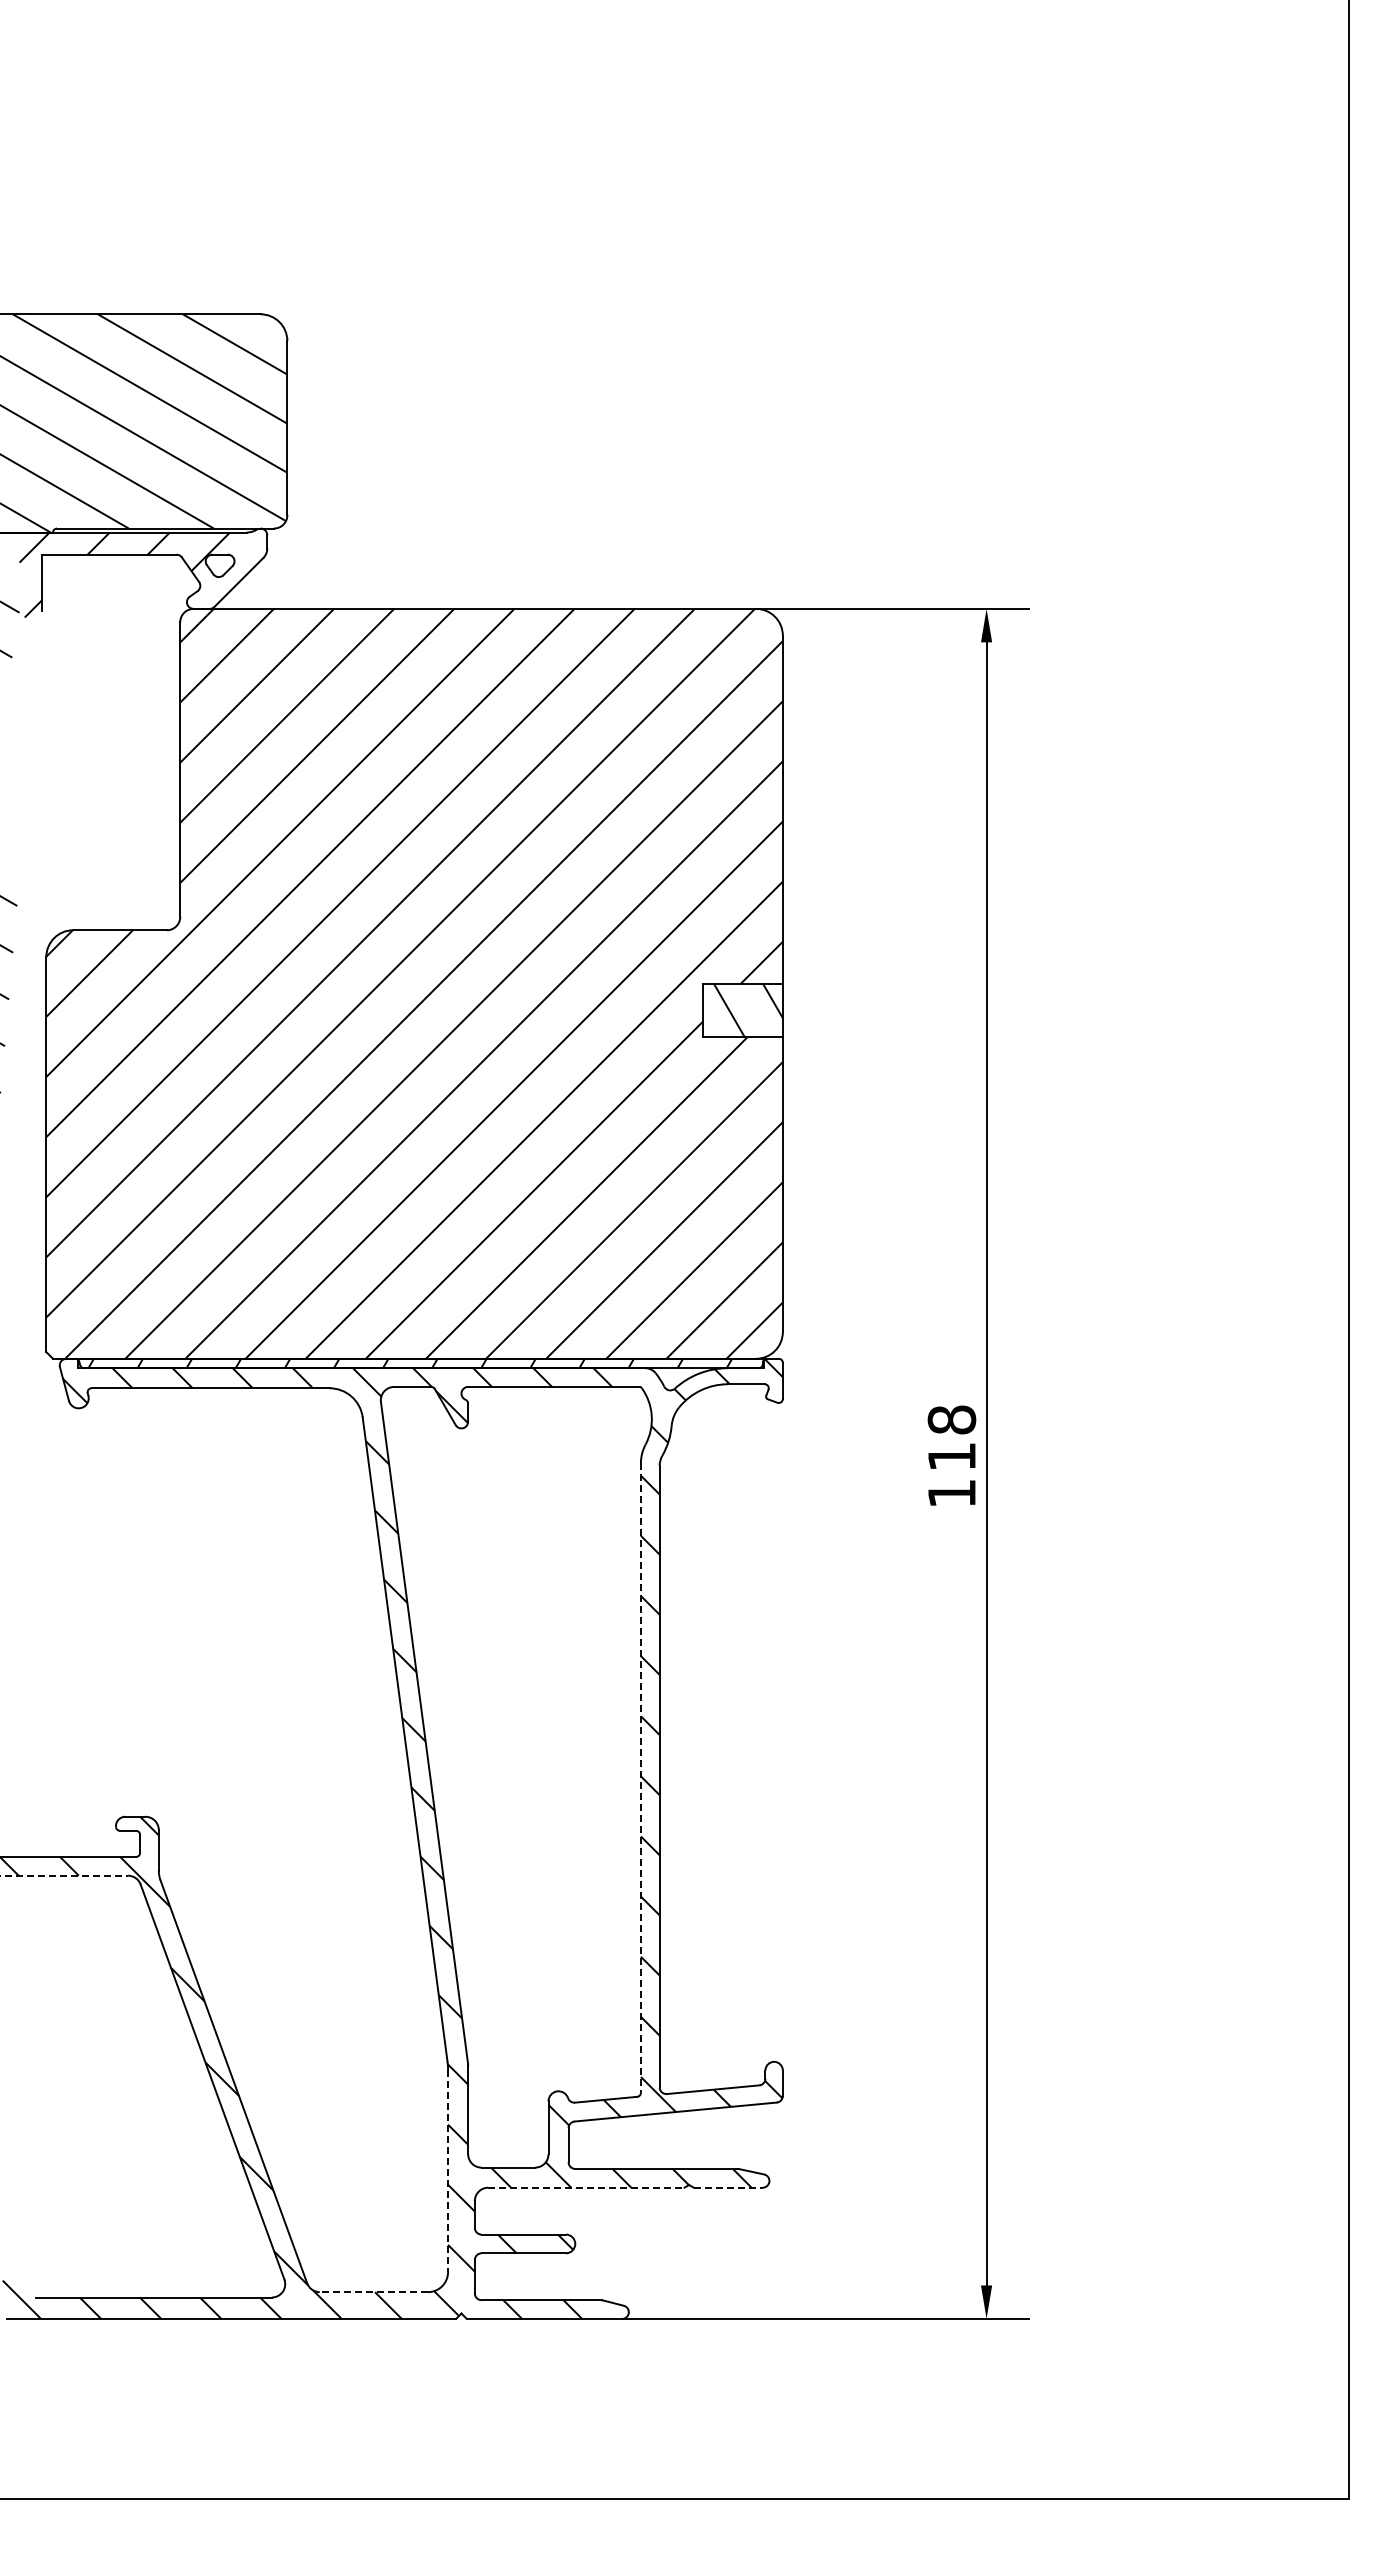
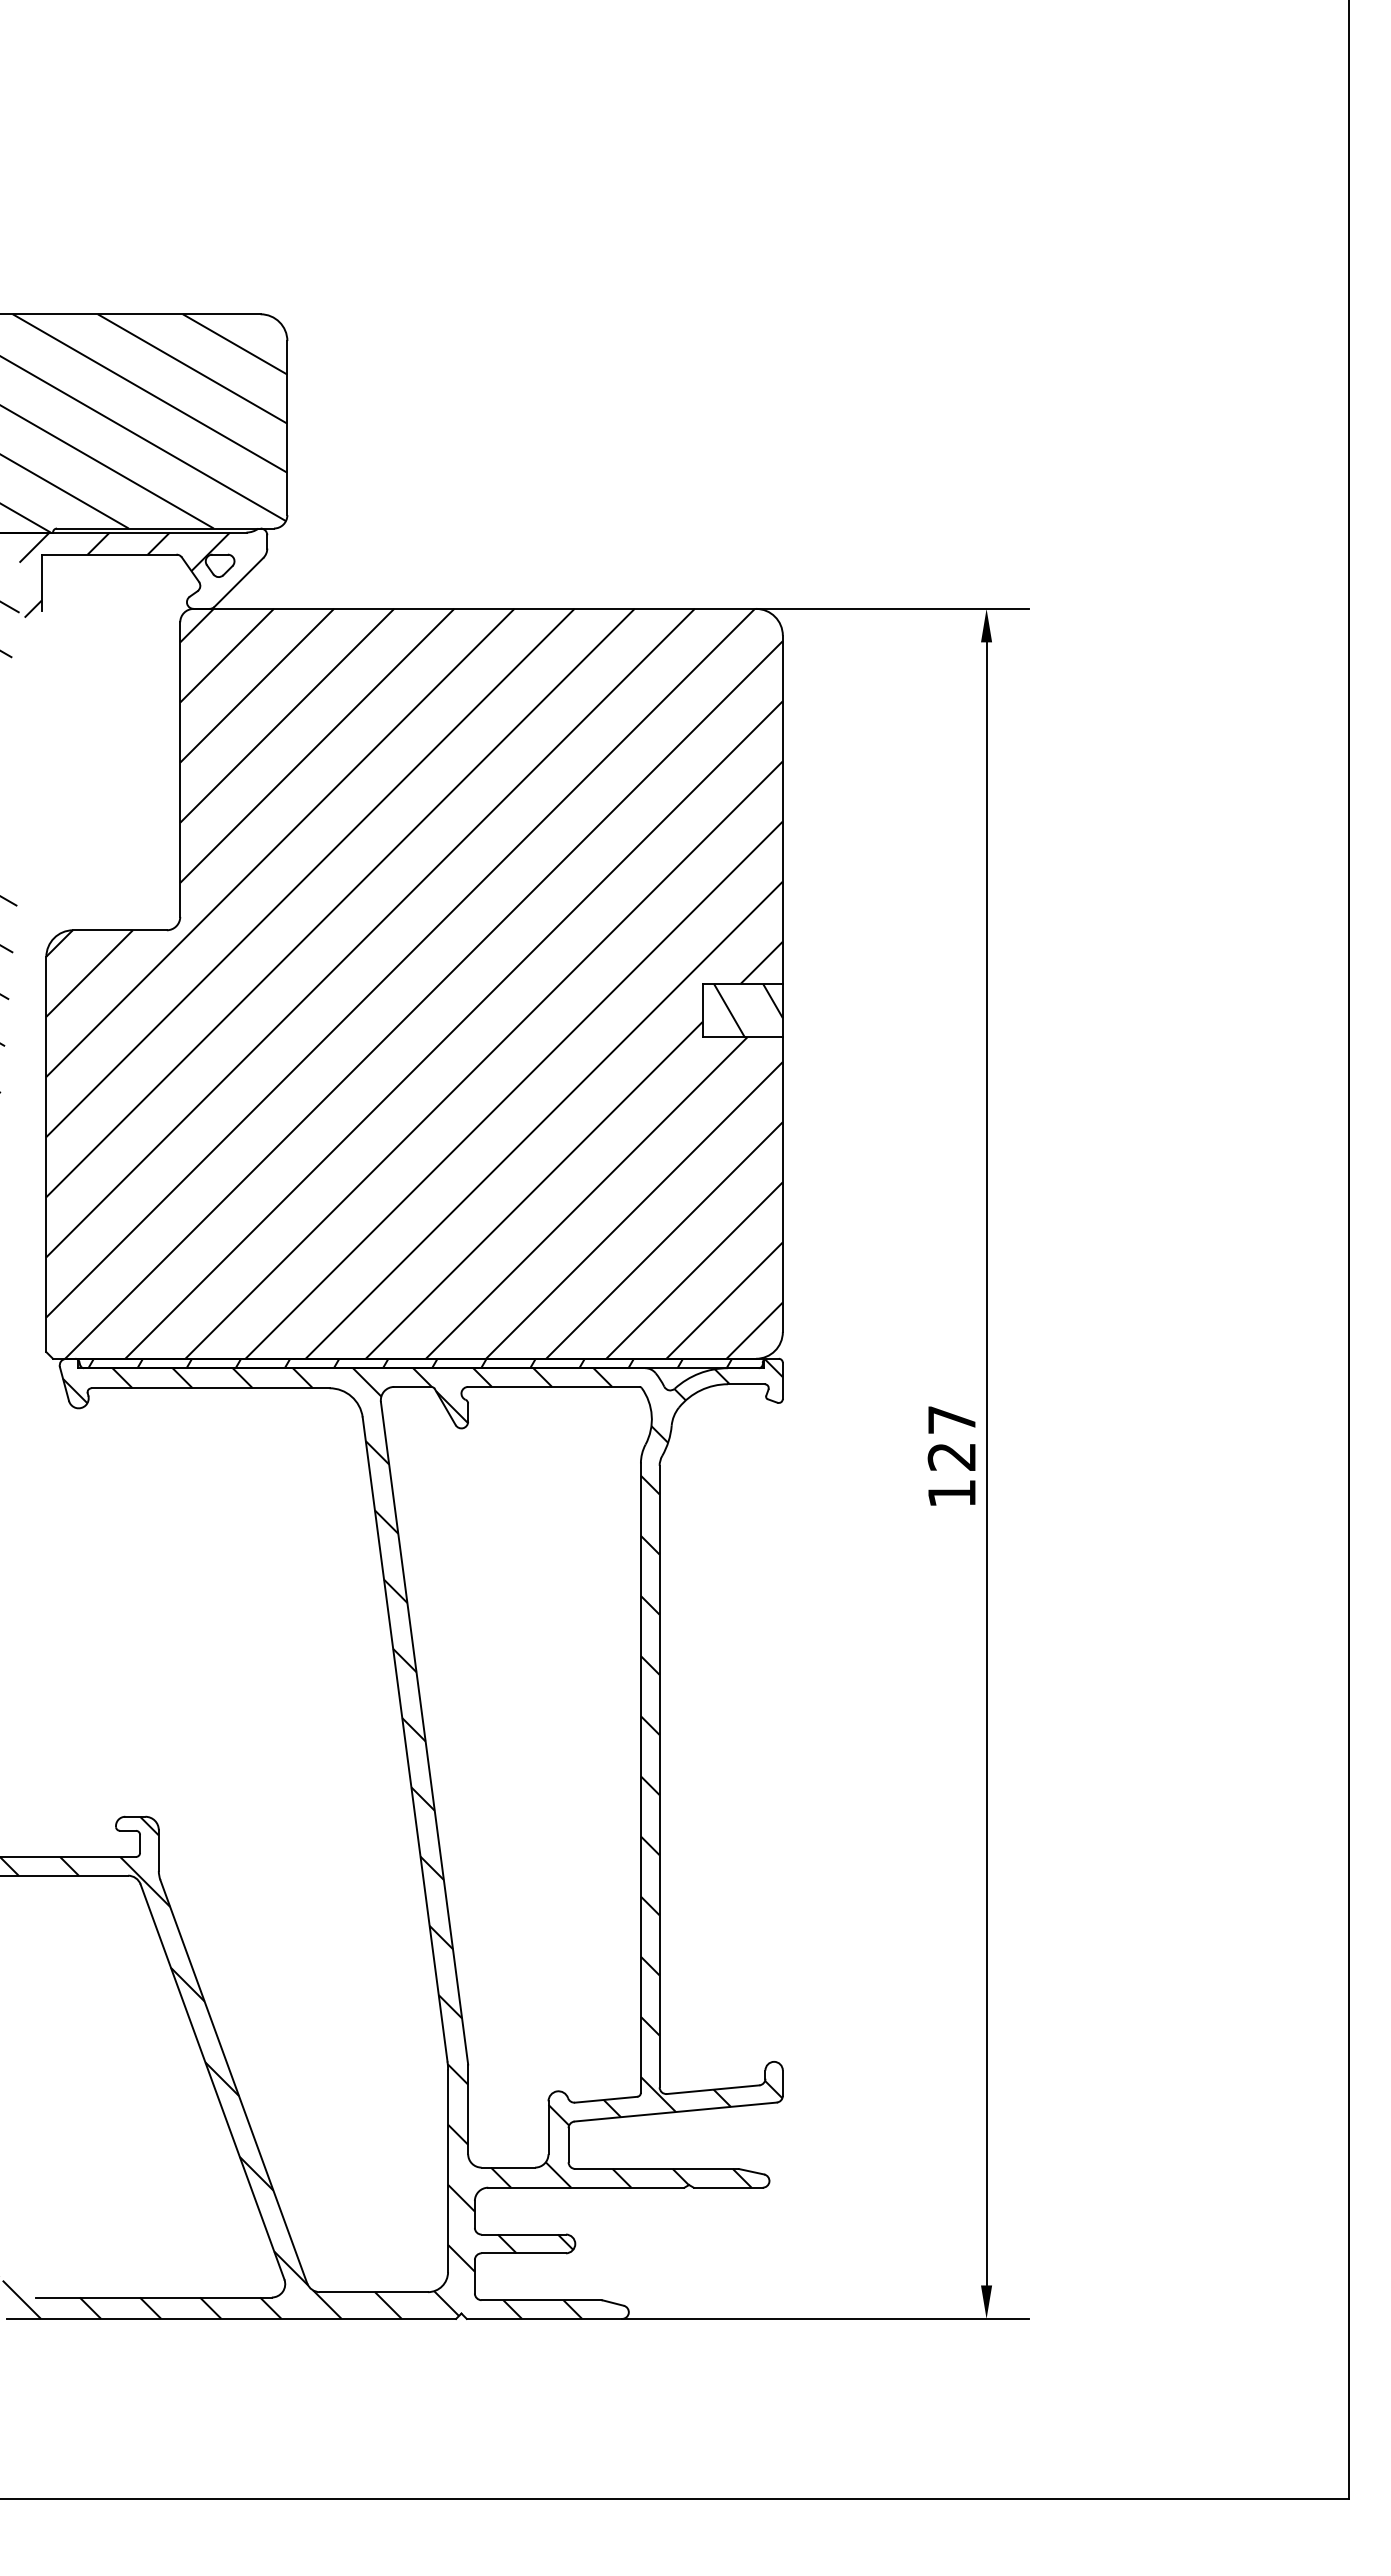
text at (951, 1437): 118 -> 127
line at (640, 1778): dashed -> solid
line at (64, 1875): dashed -> solid
line at (448, 2171): dashed -> solid
line at (586, 2187): dashed -> solid
line at (728, 2187): dashed -> solid
line at (373, 2292): dashed -> solid
